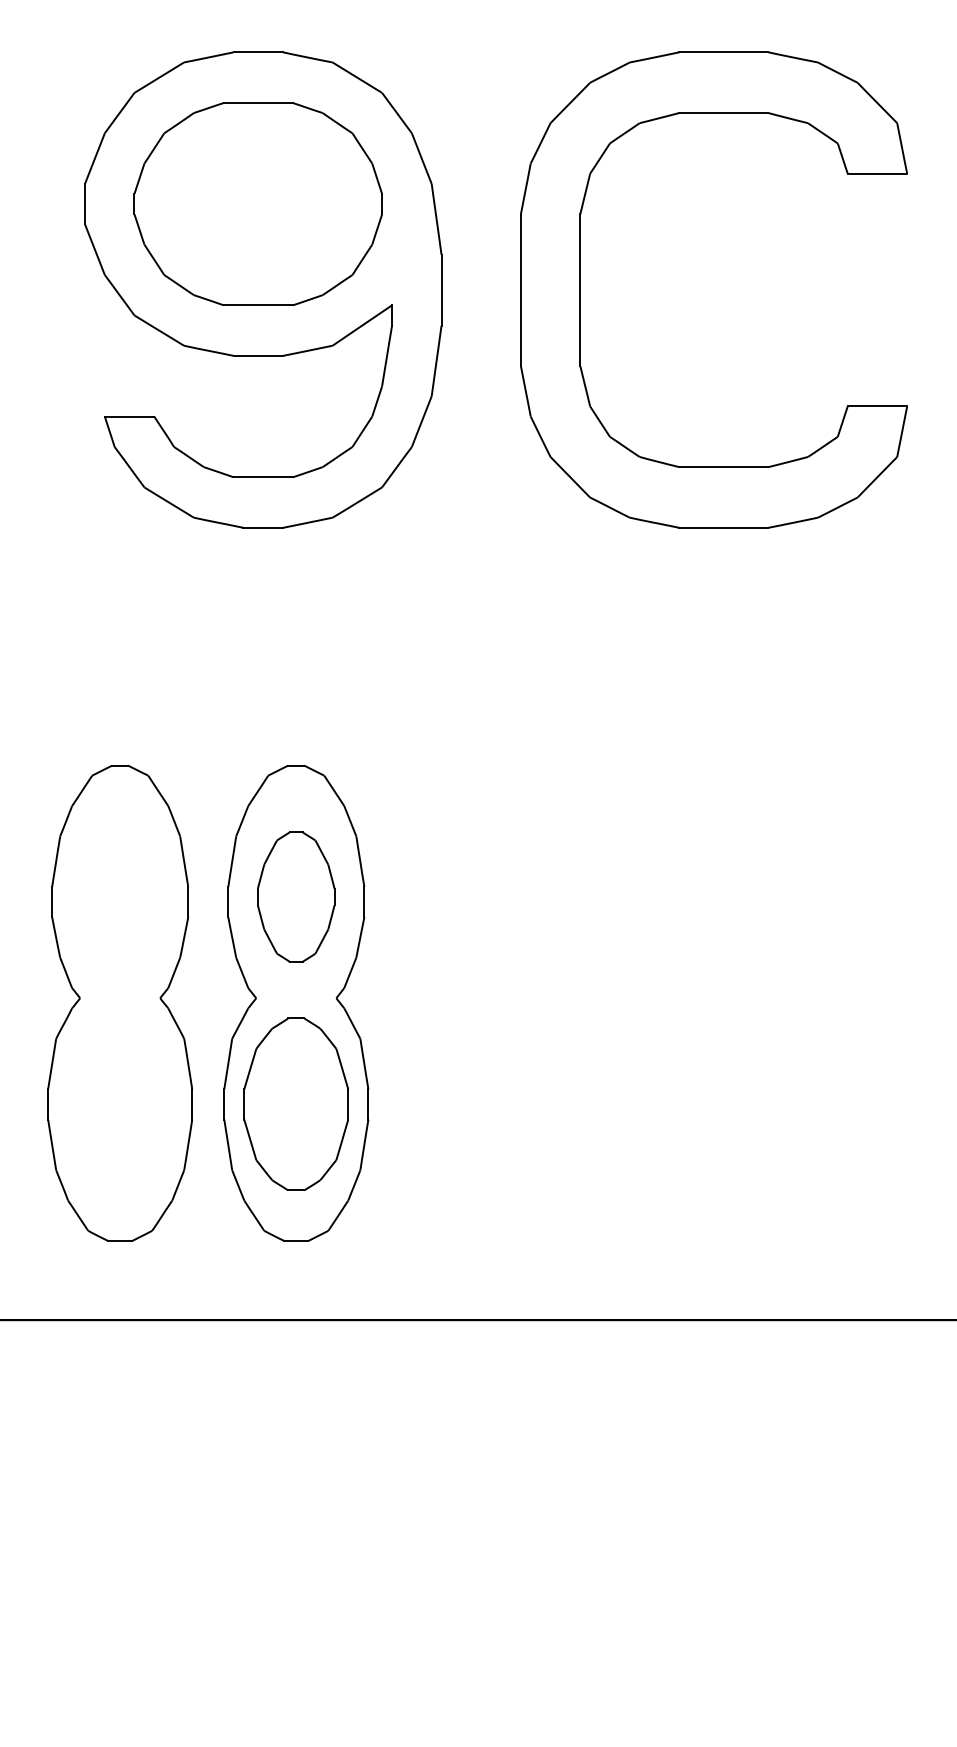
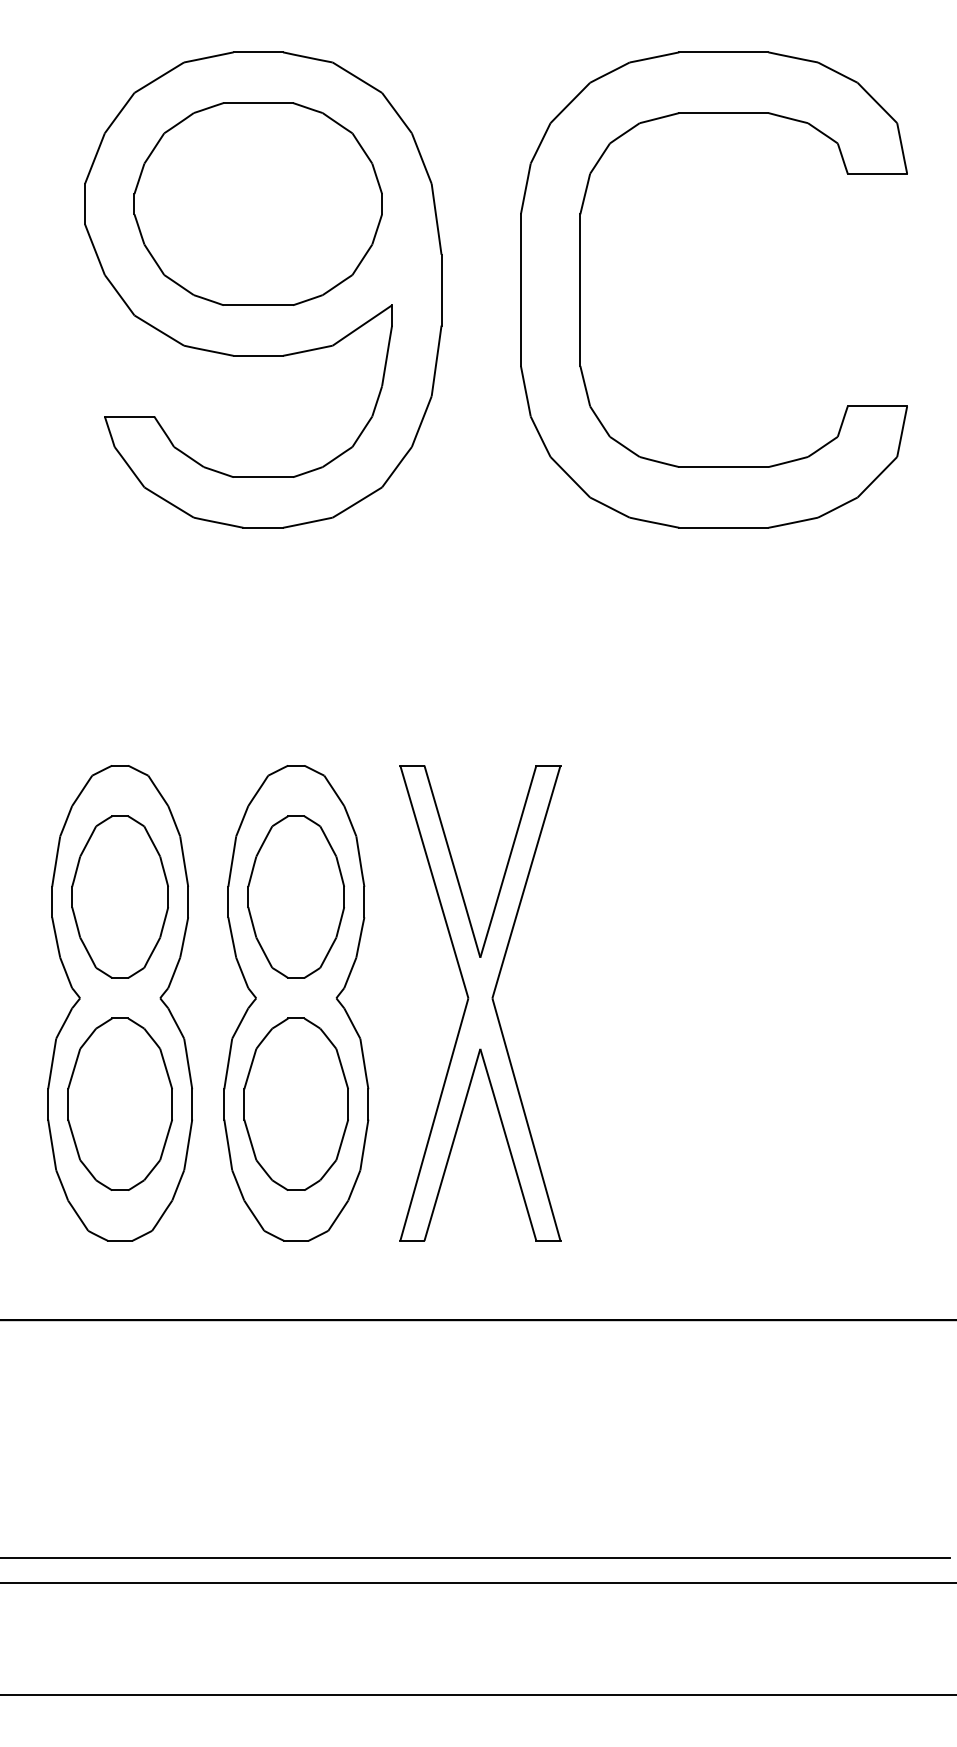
part at (119, 896): none -> present
part at (296, 896) size: 79x132 px -> 98x164 px
part at (480, 1003): none -> present
part at (119, 1103): none -> present
line at (475, 1558): none -> present
line at (477, 1583): none -> present
line at (477, 1694): none -> present
